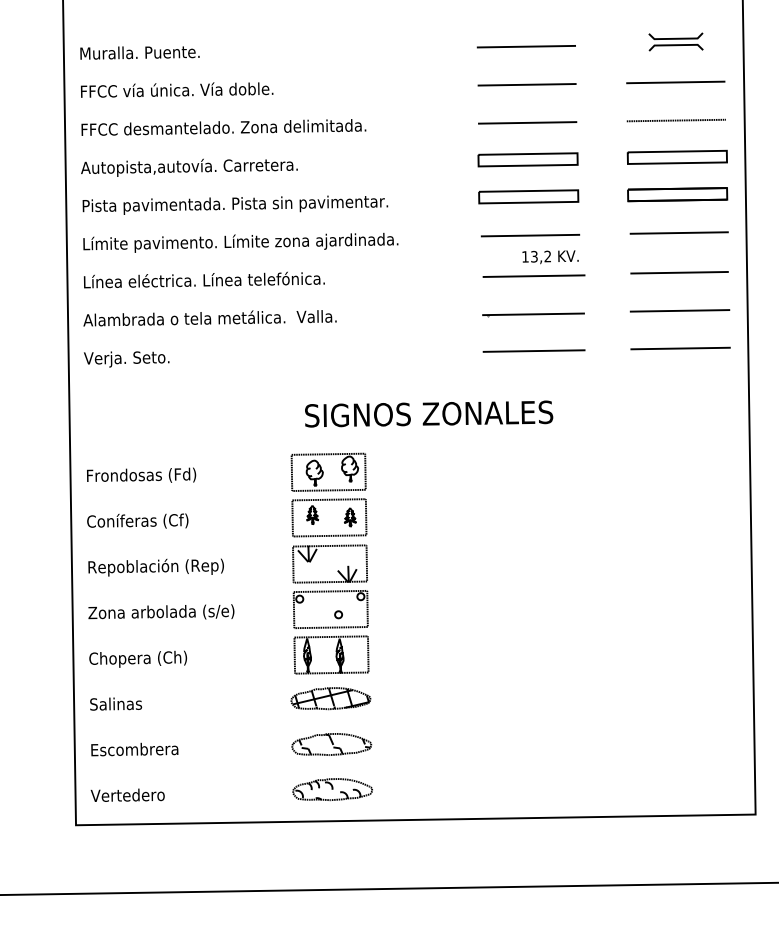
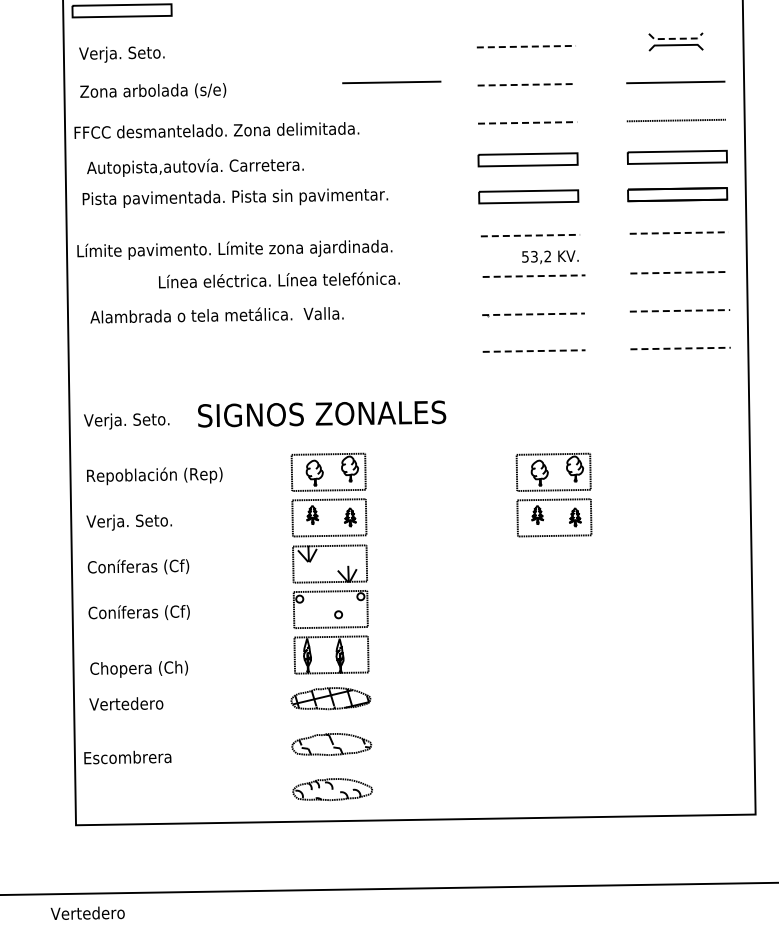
part at (121, 10): none -> present
line at (676, 38): solid -> dashed
line at (526, 46): solid -> dashed
text at (139, 54): Muralla. Puente. -> Verja. Seto.
line at (391, 82): none -> present
line at (527, 84): solid -> dashed
text at (176, 90): FFCC vía única. Vía doble. -> Zona arbolada (s/e)
line at (527, 122): solid -> dashed
text at (223, 127) position: (223, 127) -> (216, 130)
text at (189, 167) position: (189, 167) -> (195, 167)
text at (235, 204) position: (235, 204) -> (235, 197)
line at (679, 233): solid -> dashed
line at (530, 235): solid -> dashed
text at (240, 242) position: (240, 242) -> (234, 249)
text at (525, 256): 13,2 -> 53,2
line at (680, 272): solid -> dashed
line at (534, 276): solid -> dashed
text at (204, 279) position: (204, 279) -> (279, 279)
line at (680, 310): solid -> dashed
line at (534, 314): solid -> dashed
text at (209, 318) position: (209, 318) -> (216, 315)
line at (681, 348): solid -> dashed
line at (534, 351): solid -> dashed
text at (126, 359) position: (126, 359) -> (126, 421)
text at (429, 413) position: (429, 413) -> (322, 413)
text at (155, 476): Frondosas (Fd) -> Repoblación (Rep)
part at (553, 494): none -> present
text at (137, 521): Coníferas (Cf) -> Verja. Seto.
text at (155, 567): Repoblación (Rep) -> Coníferas (Cf)
text at (161, 612): Zona arbolada (s/e) -> Coníferas (Cf)
text at (137, 658) position: (137, 658) -> (138, 668)
text at (126, 703): Salinas -> Vertedero
text at (134, 749) position: (134, 749) -> (127, 757)
text at (127, 794) position: (127, 794) -> (87, 912)
